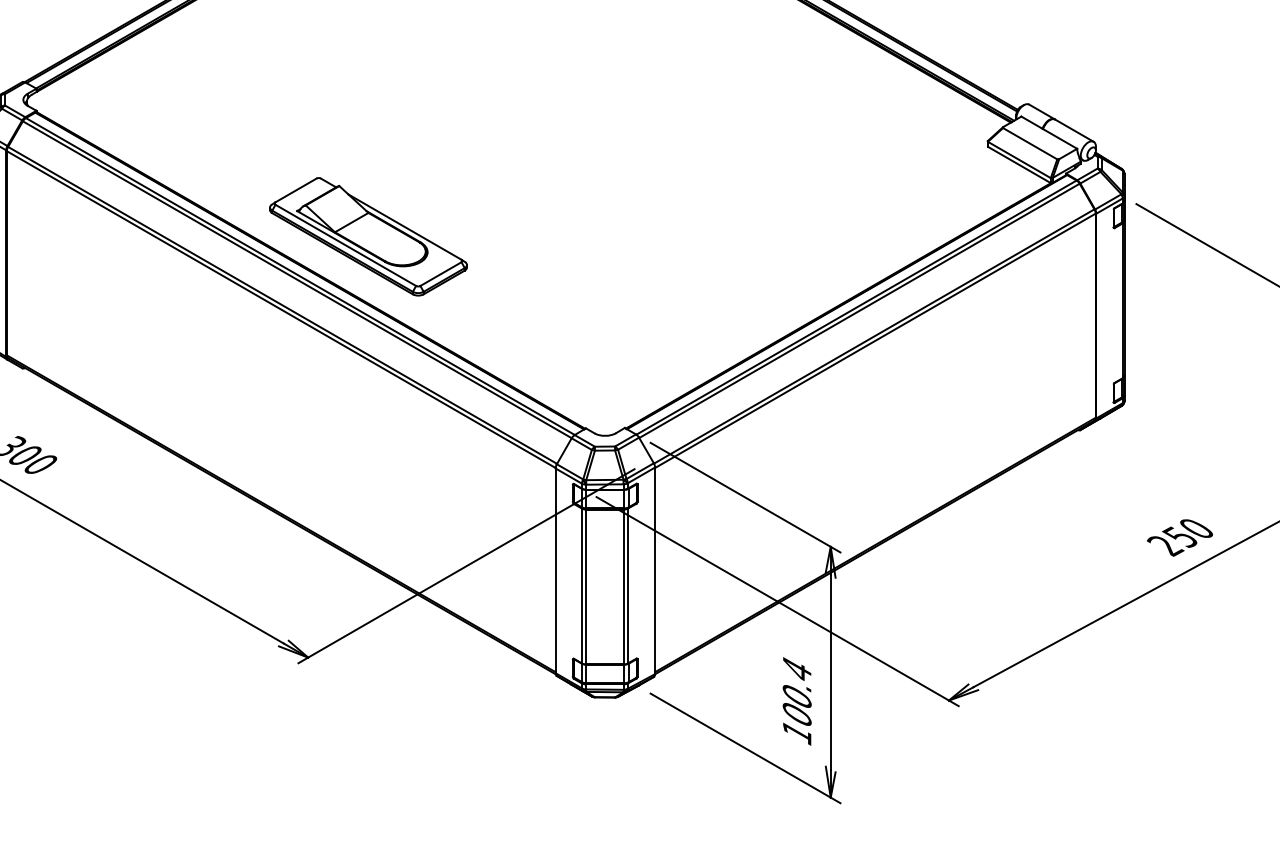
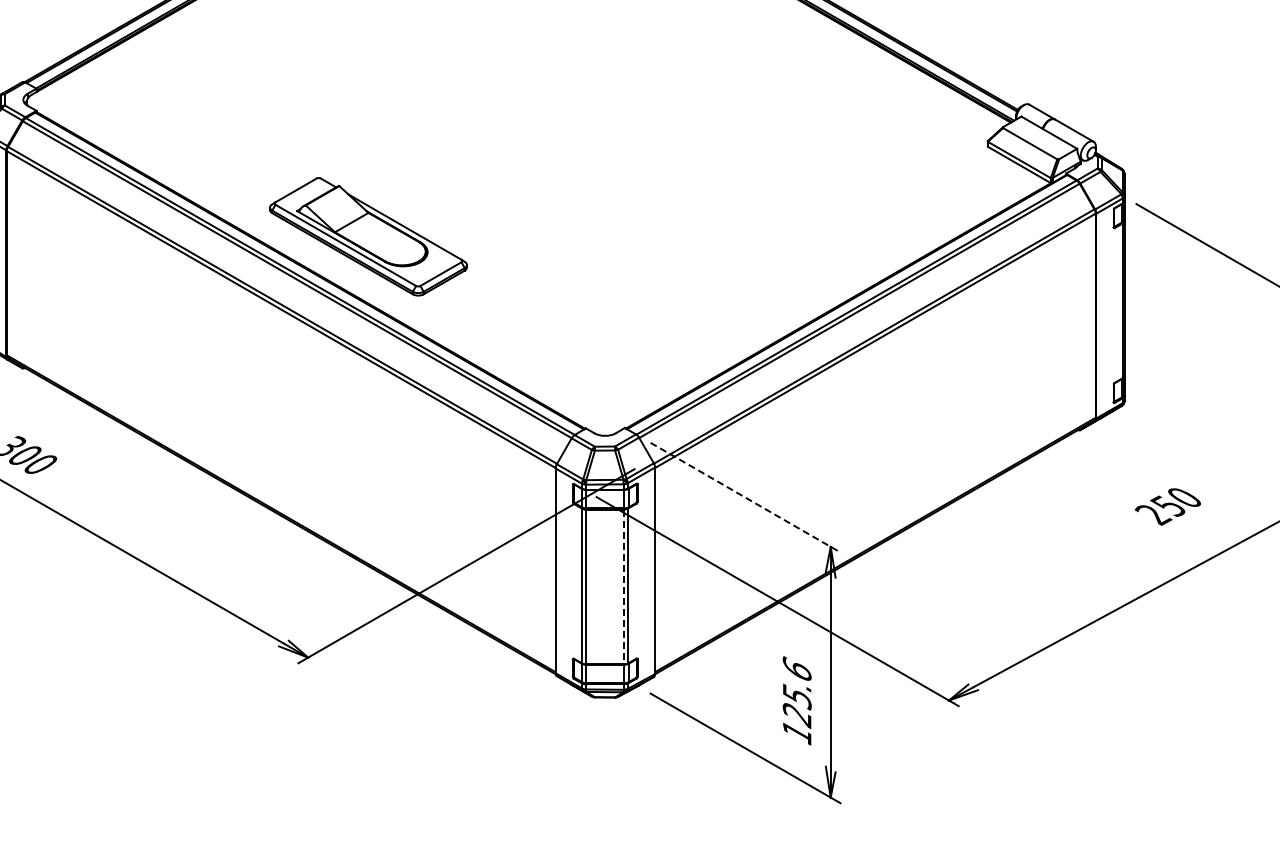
line at (745, 497): solid -> dashed
text at (1179, 537) position: (1179, 537) -> (1167, 506)
line at (623, 587): solid -> dashed
text at (796, 692): 100.4 -> 125.6
